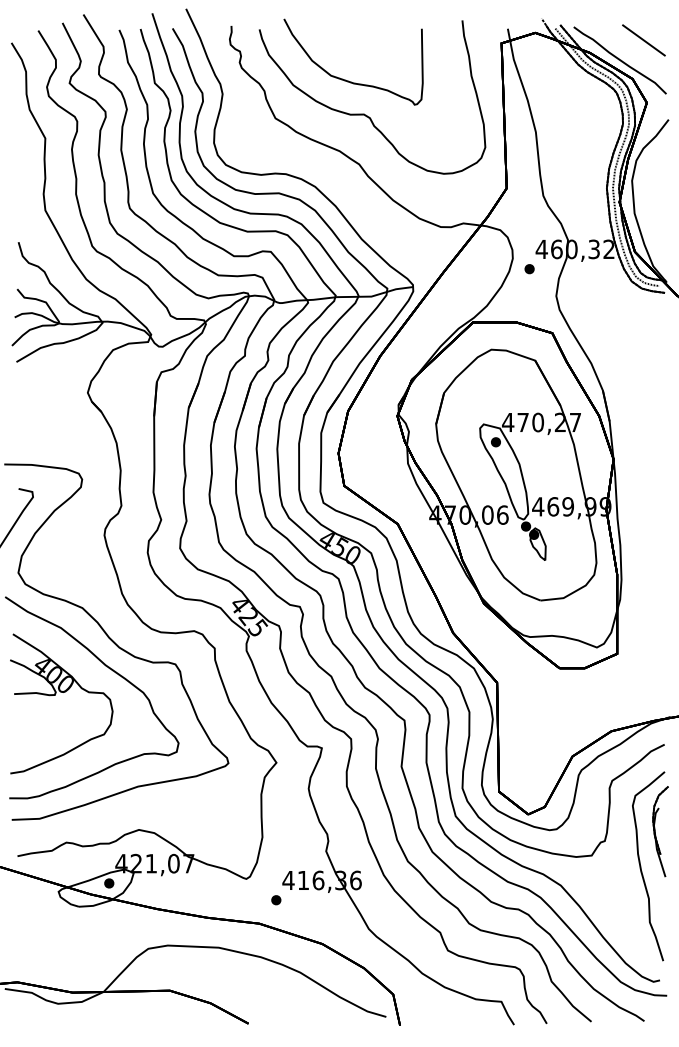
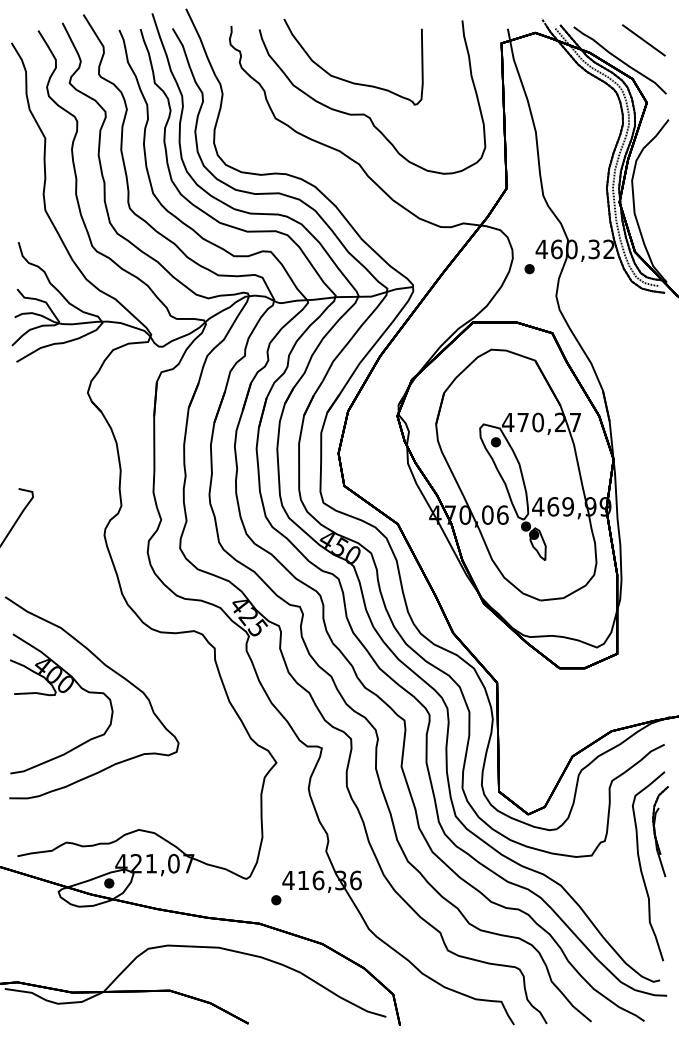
part at (116, 641): present -> none
